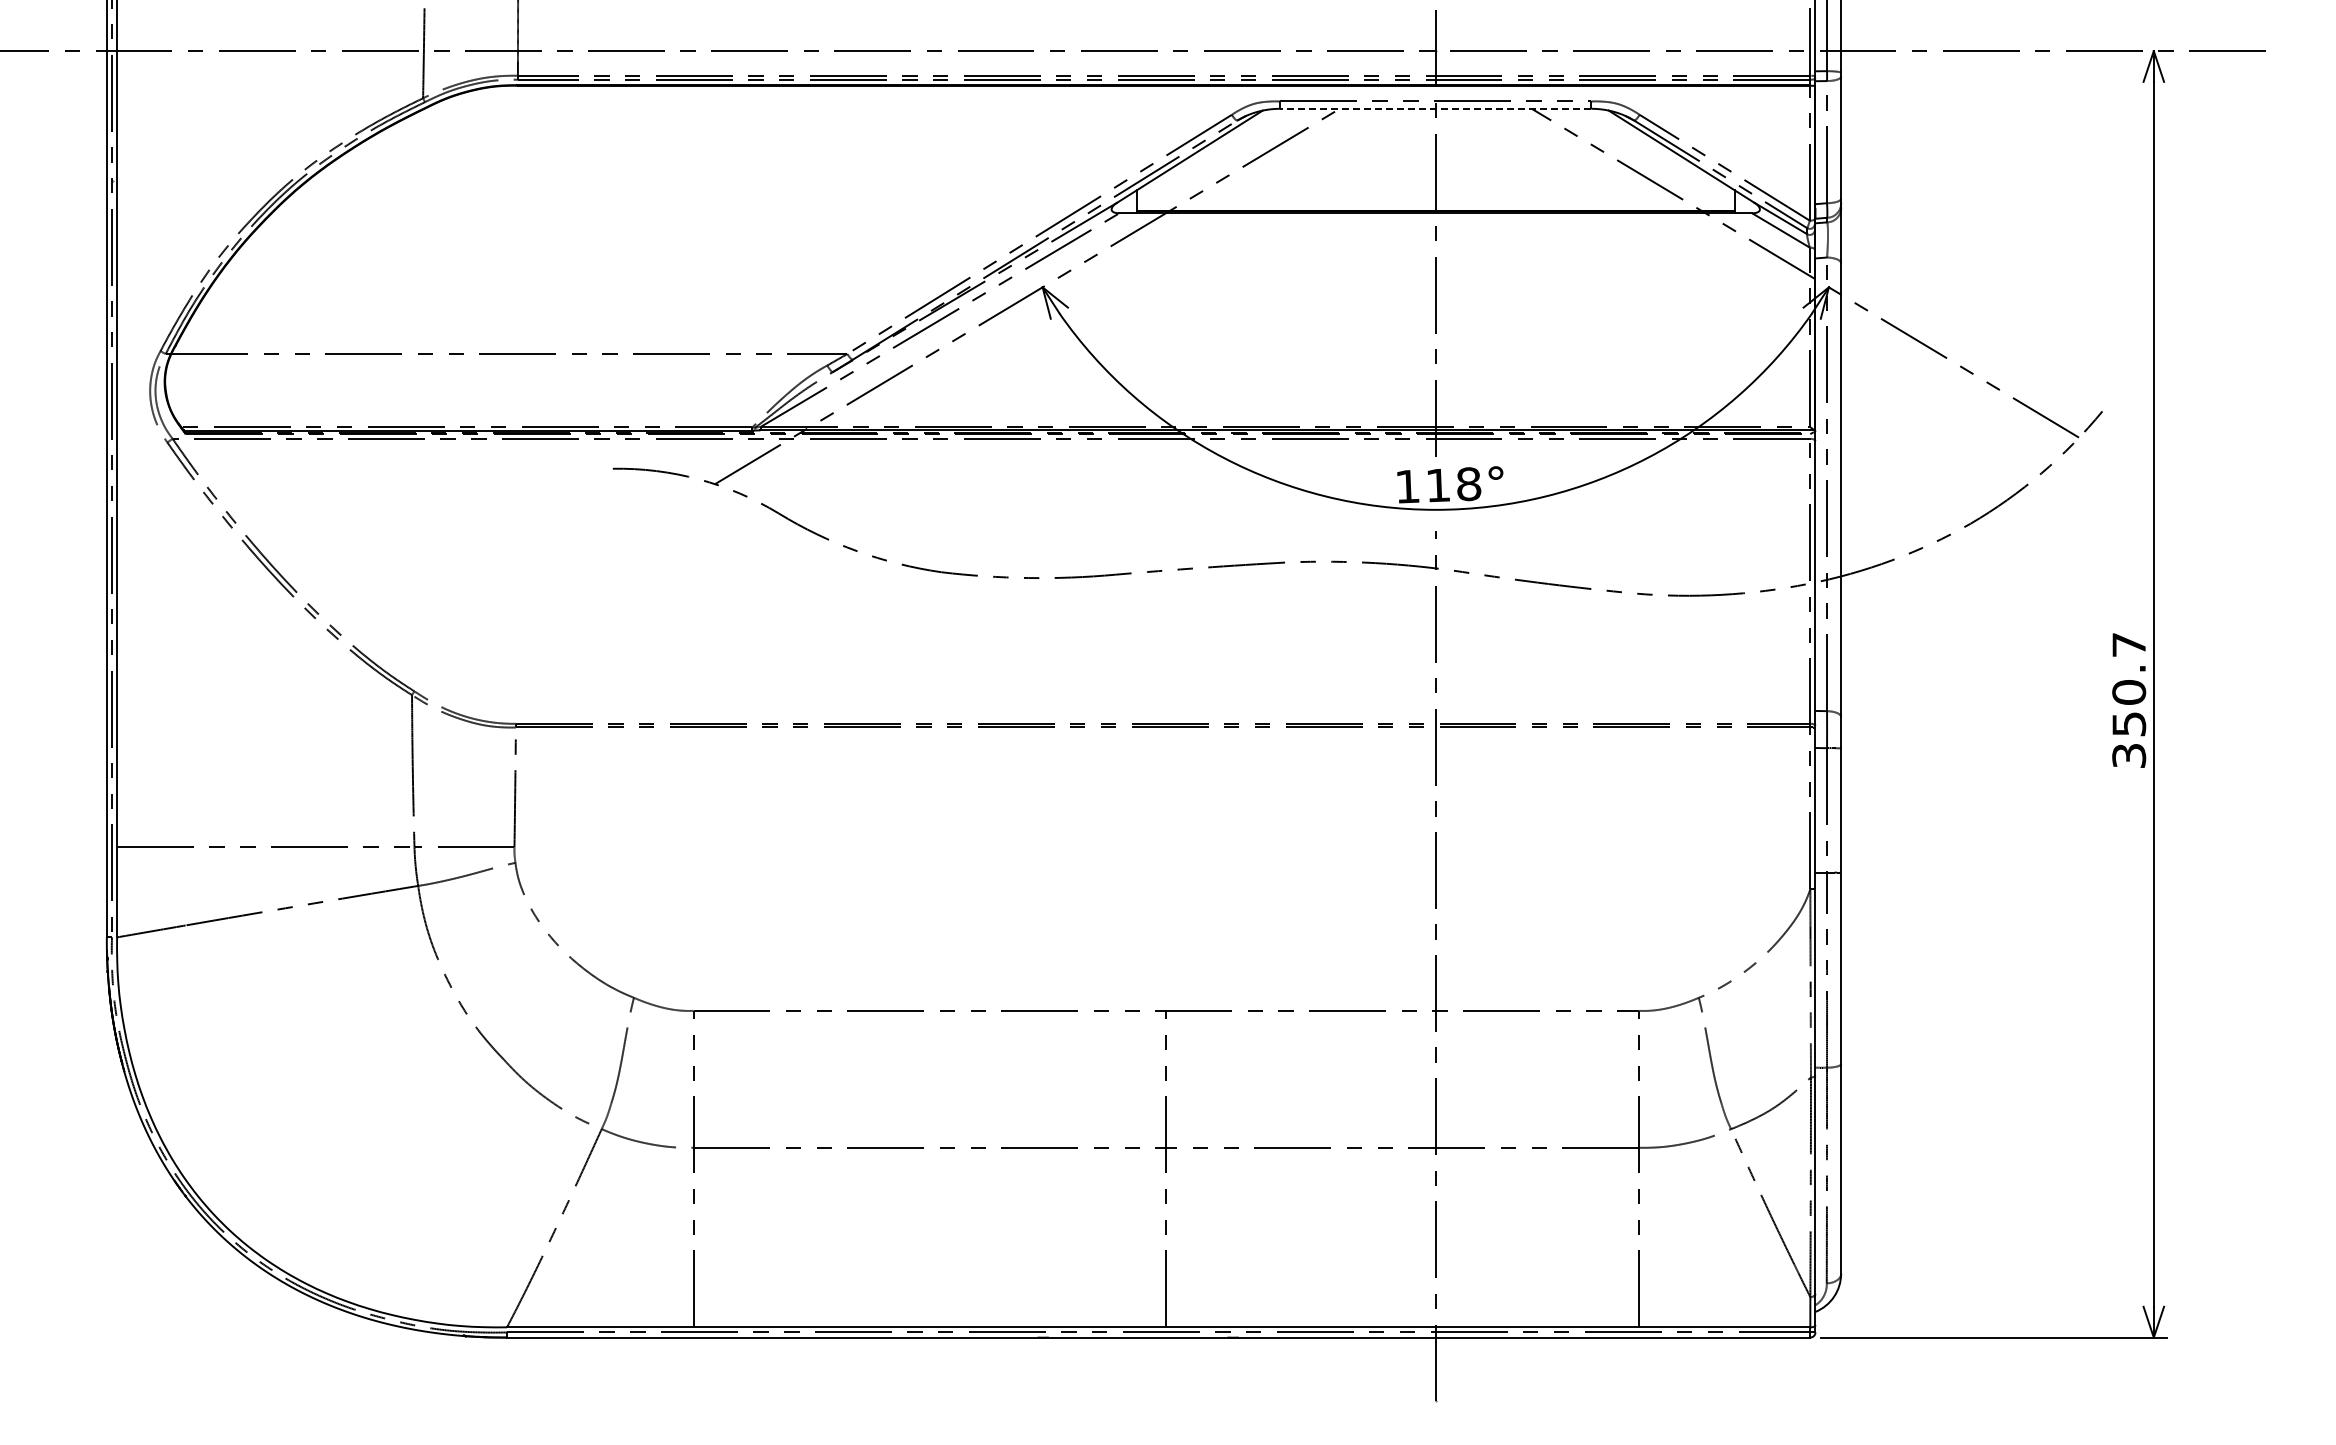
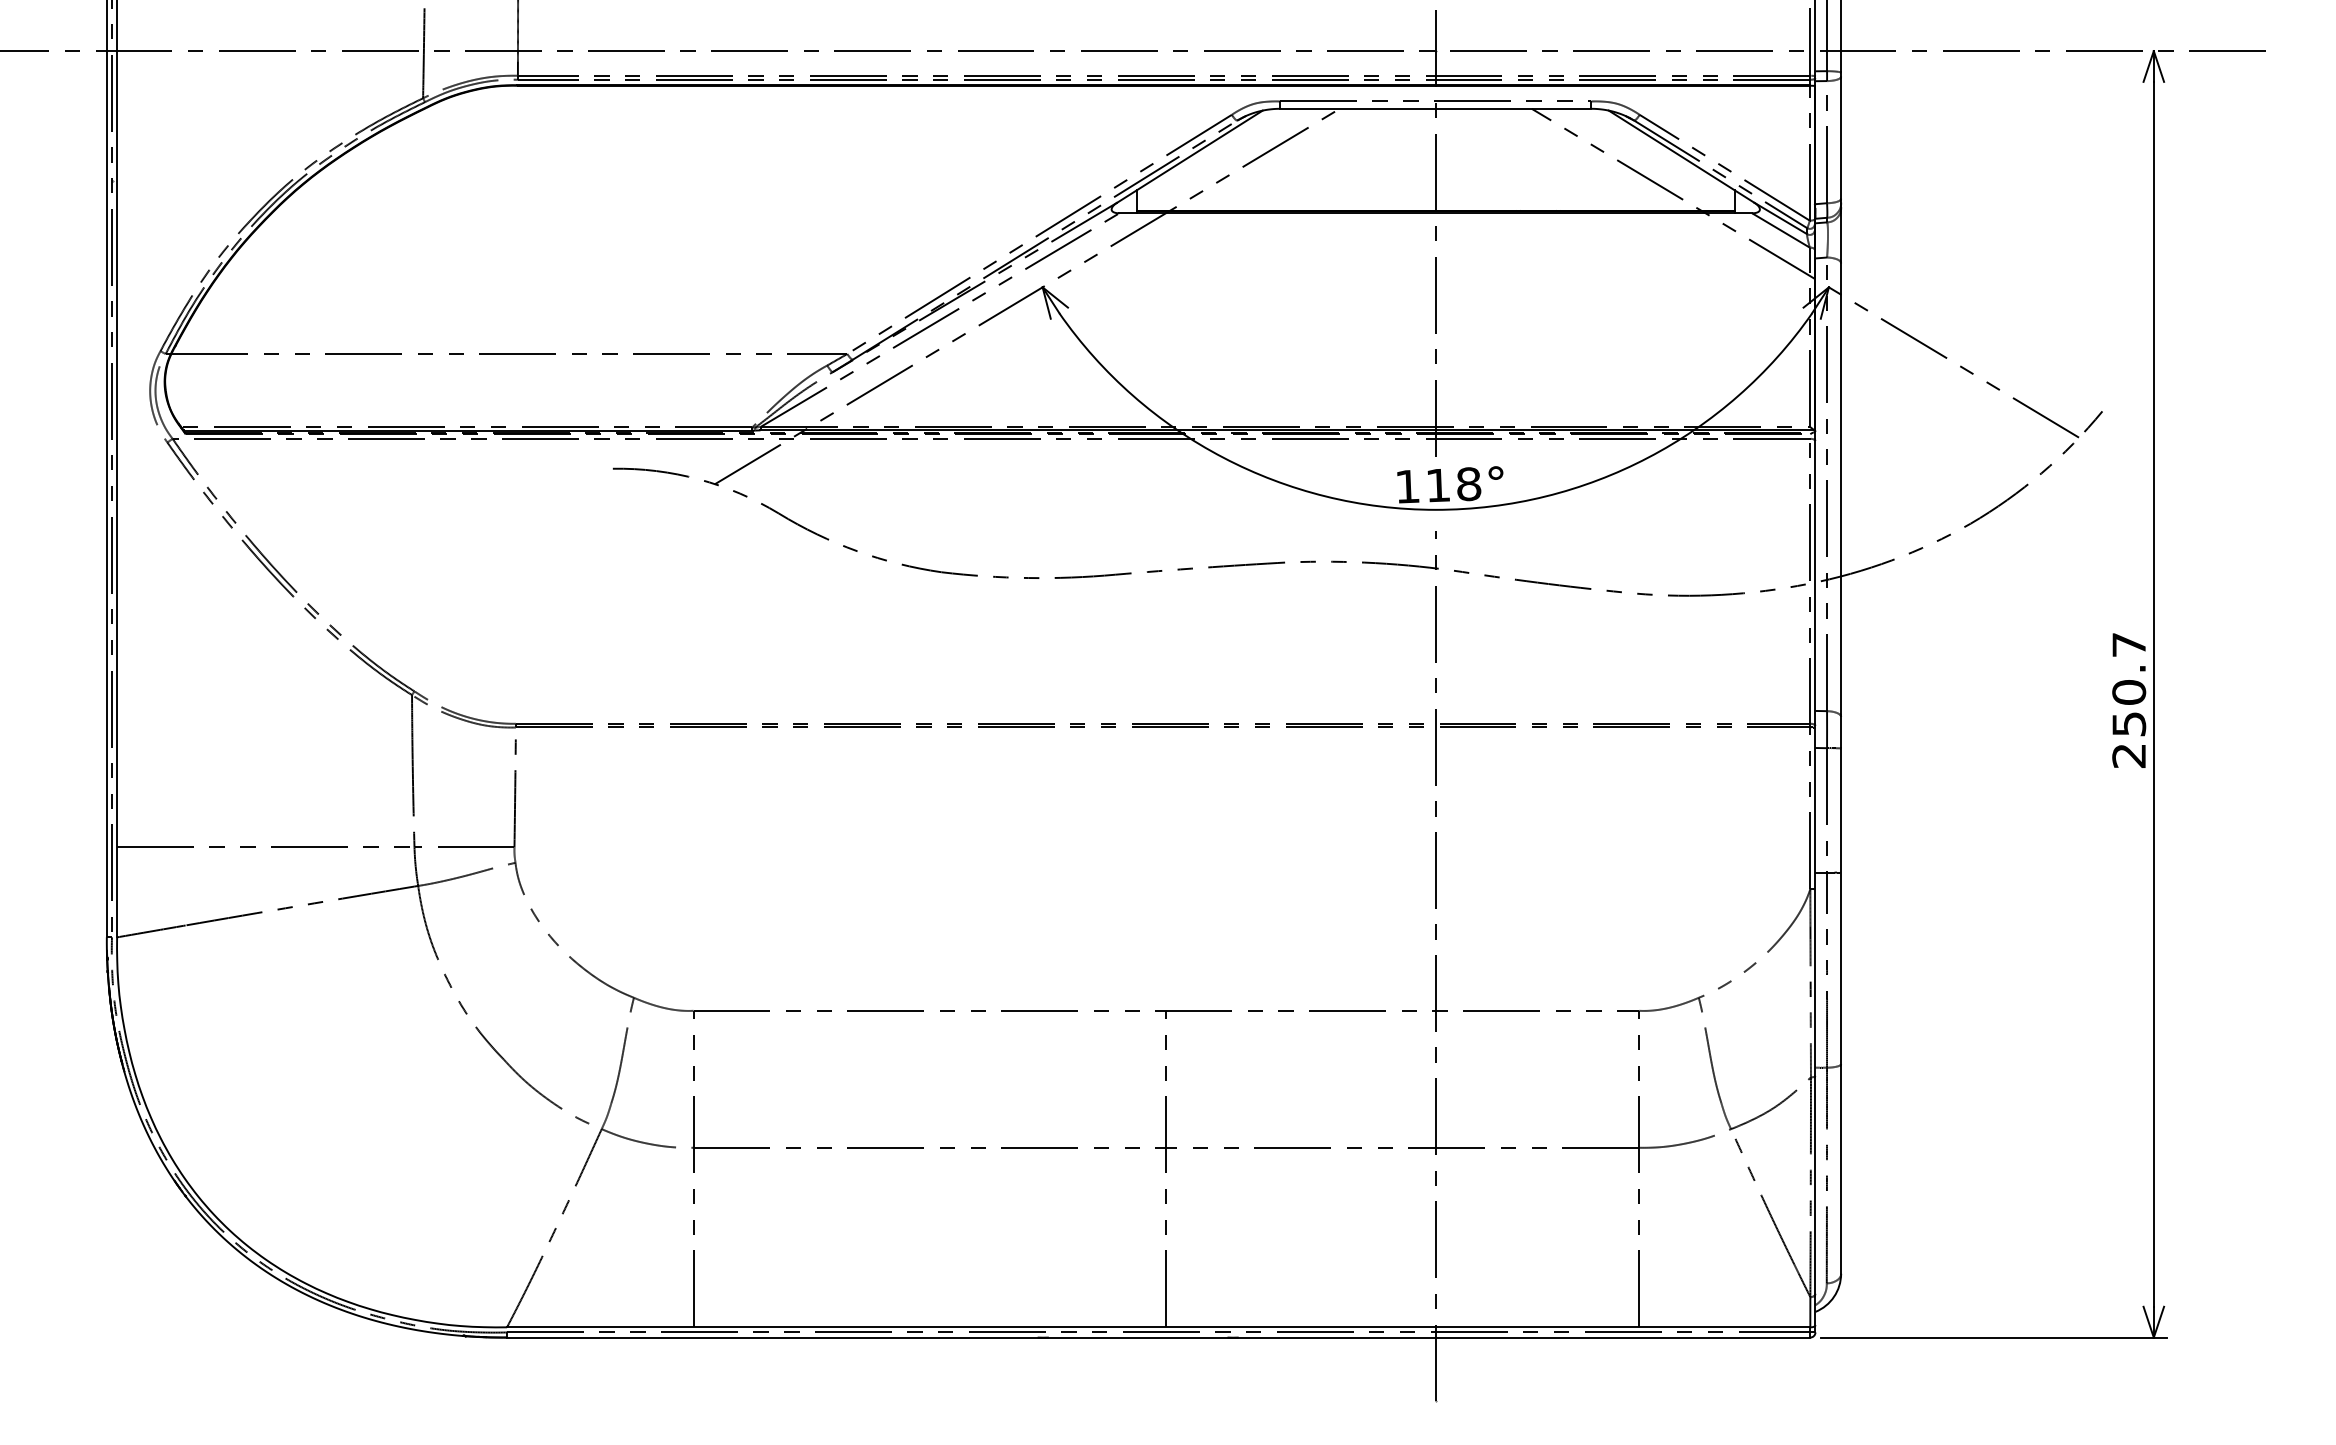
line at (1435, 108): dashed -> solid
text at (2129, 755): 350.7 -> 250.7
